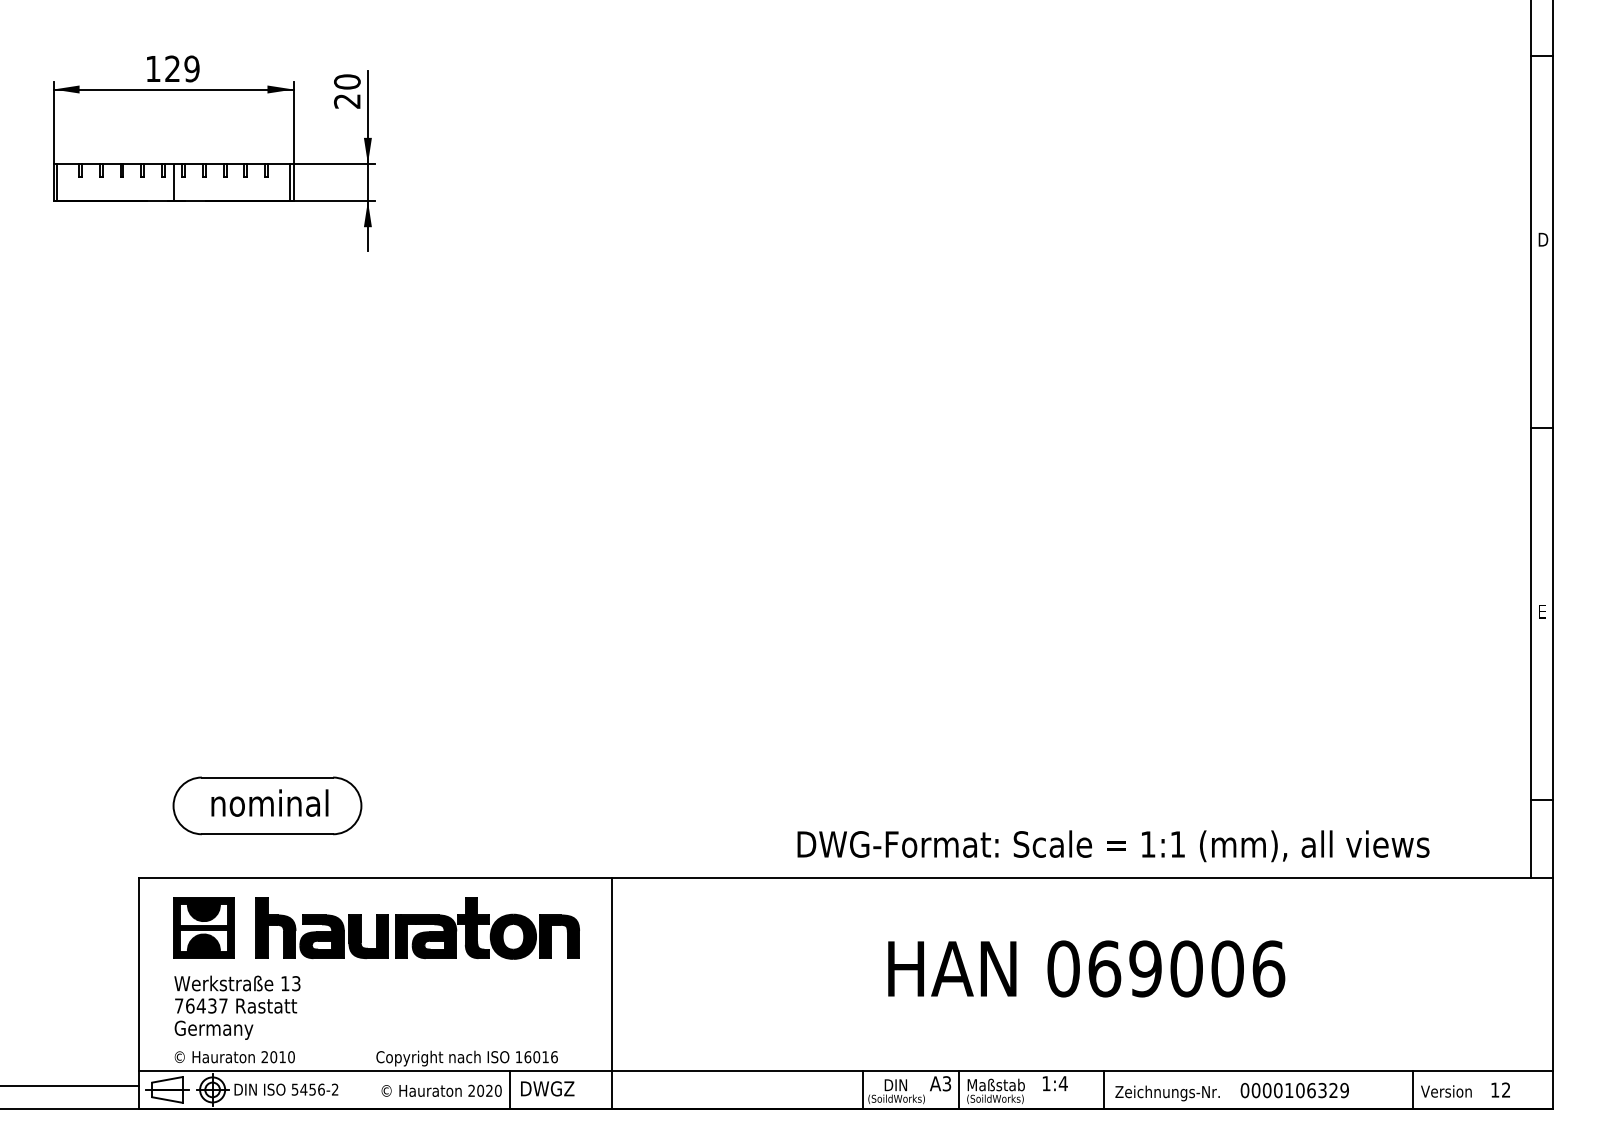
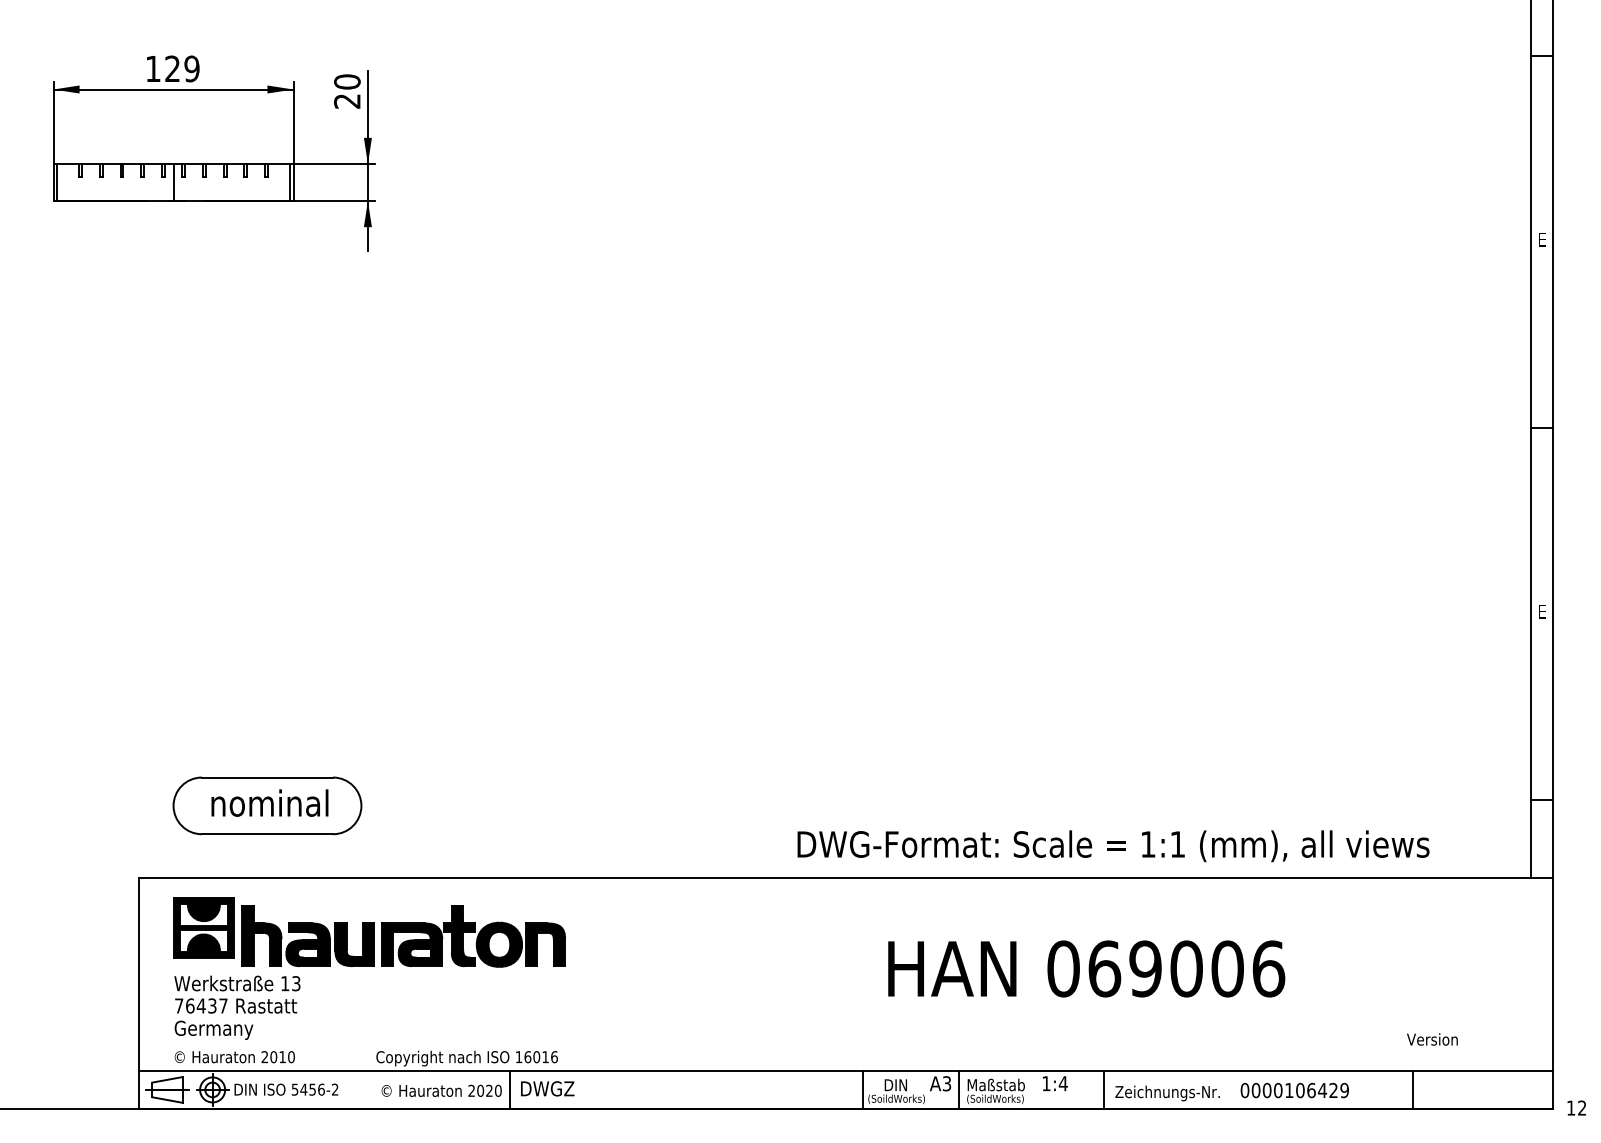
text at (1543, 239): D -> E
part at (417, 928) position: (417, 928) -> (403, 936)
line at (611, 992): present -> none
line at (70, 1086): present -> none
text at (1500, 1089) position: (1500, 1089) -> (1576, 1107)
text at (1322, 1090): 0000106329 -> 0000106429
text at (1446, 1091) position: (1446, 1091) -> (1432, 1039)
